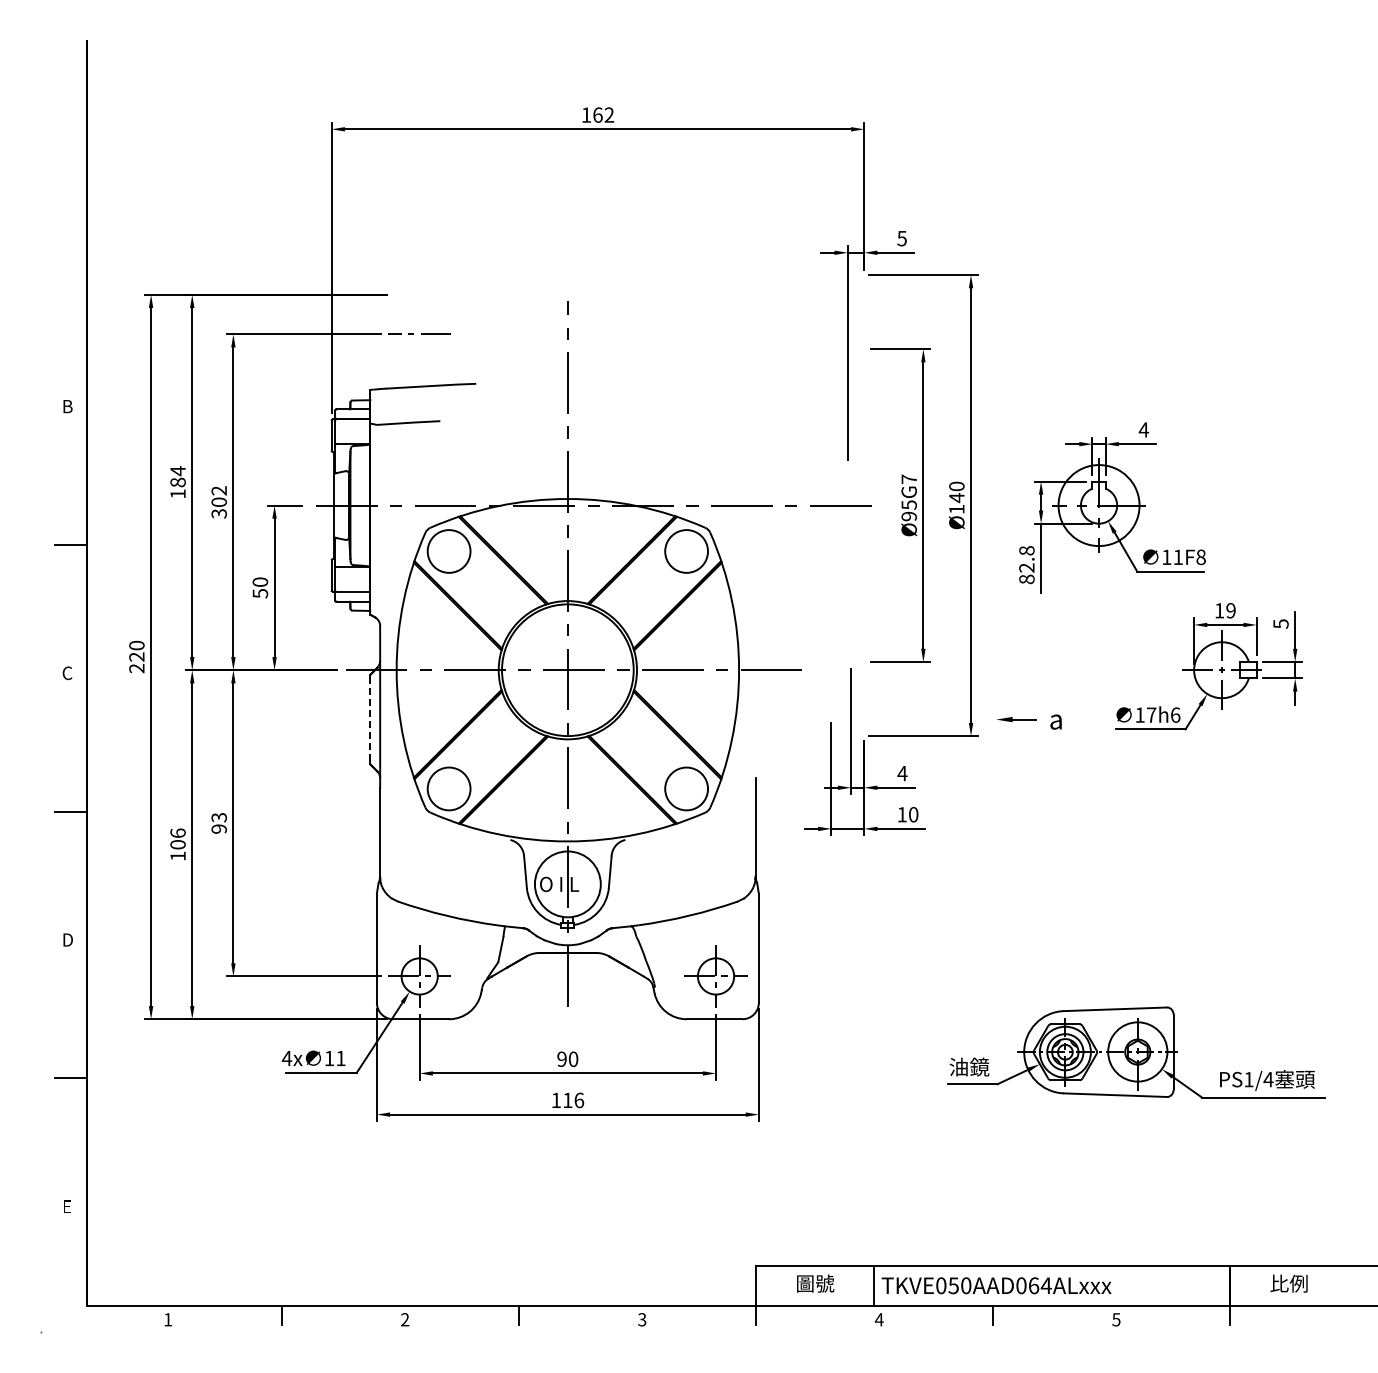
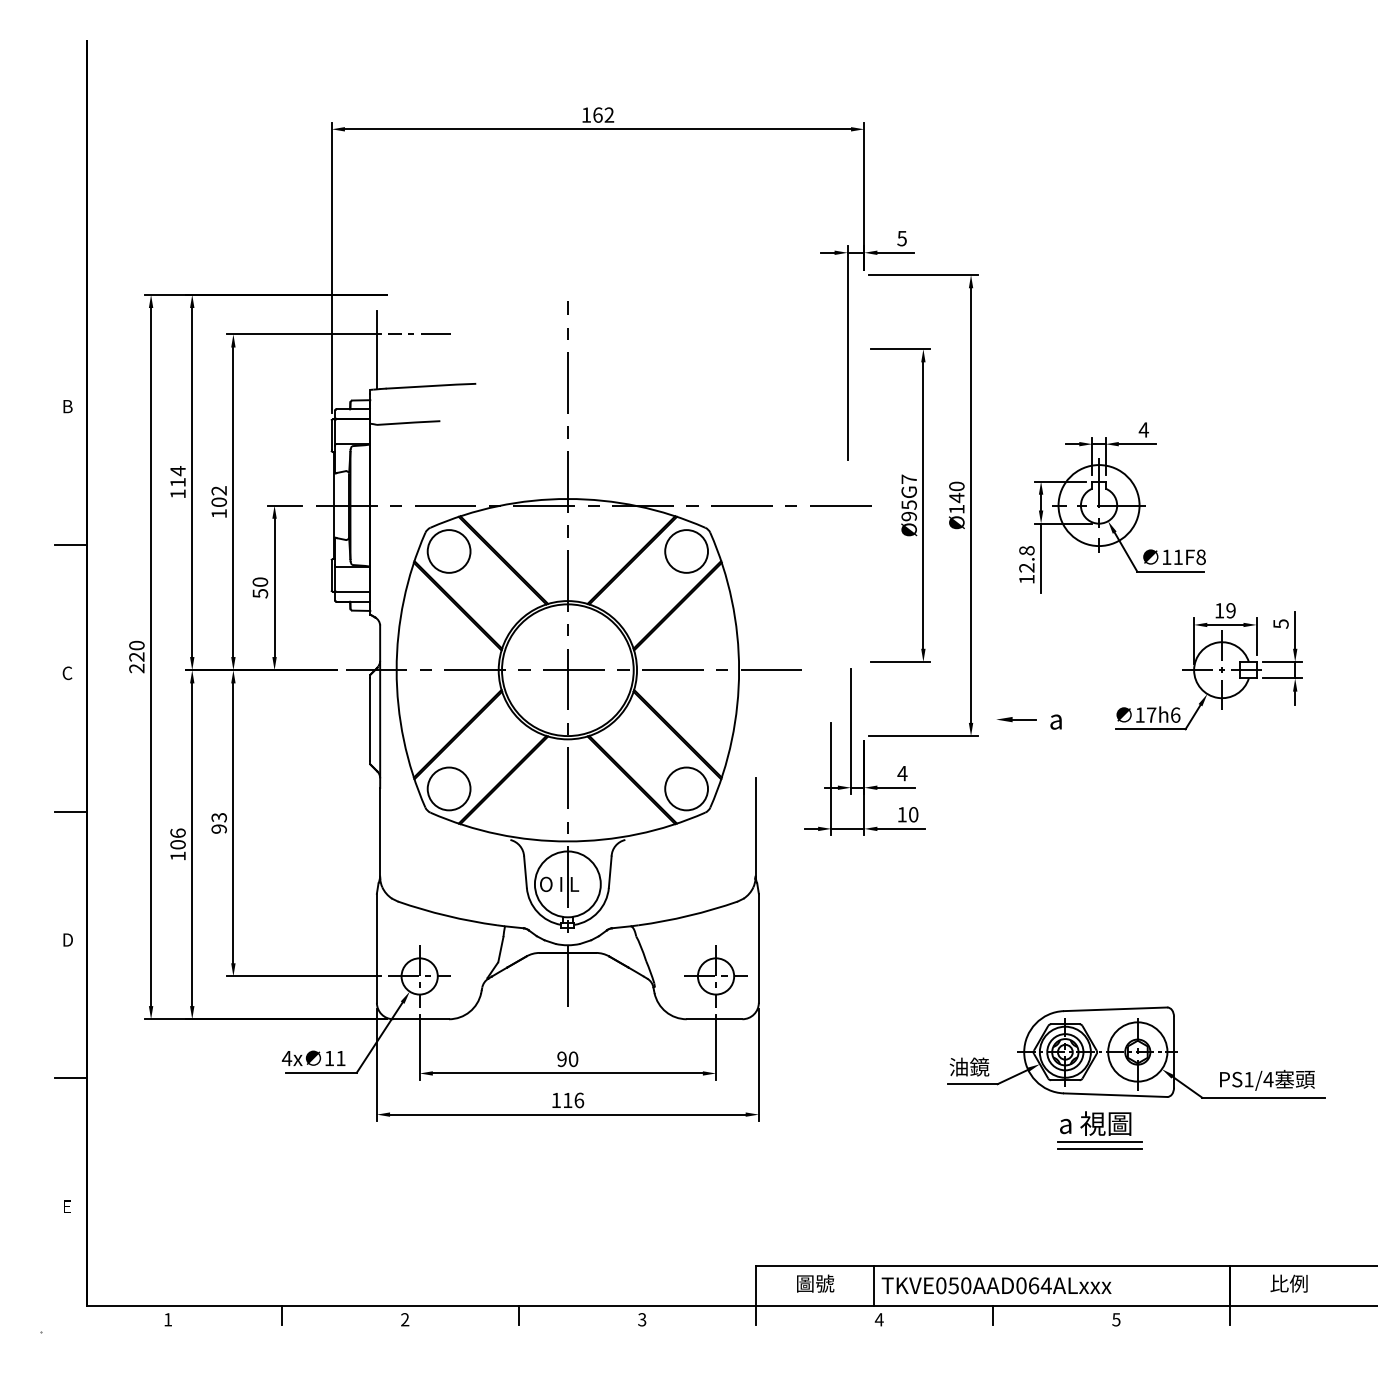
line at (376, 350): none -> present
text at (177, 482): 184 -> 114
text at (218, 513): 302 -> 102
text at (1026, 579): 82.8 -> 12.8
line at (370, 719): dashed -> solid
part at (1099, 1130): none -> present
